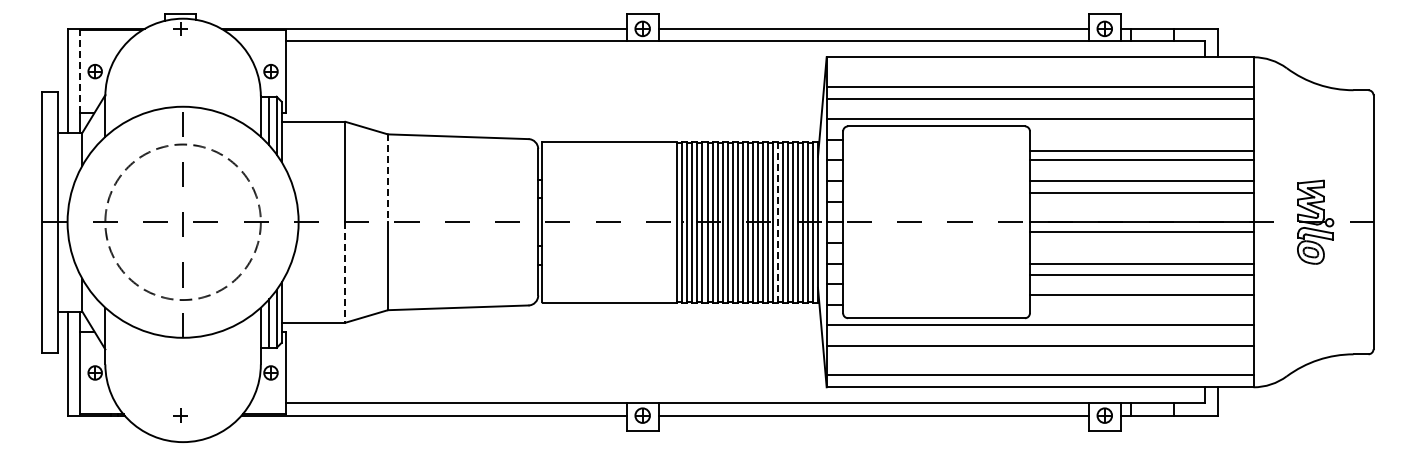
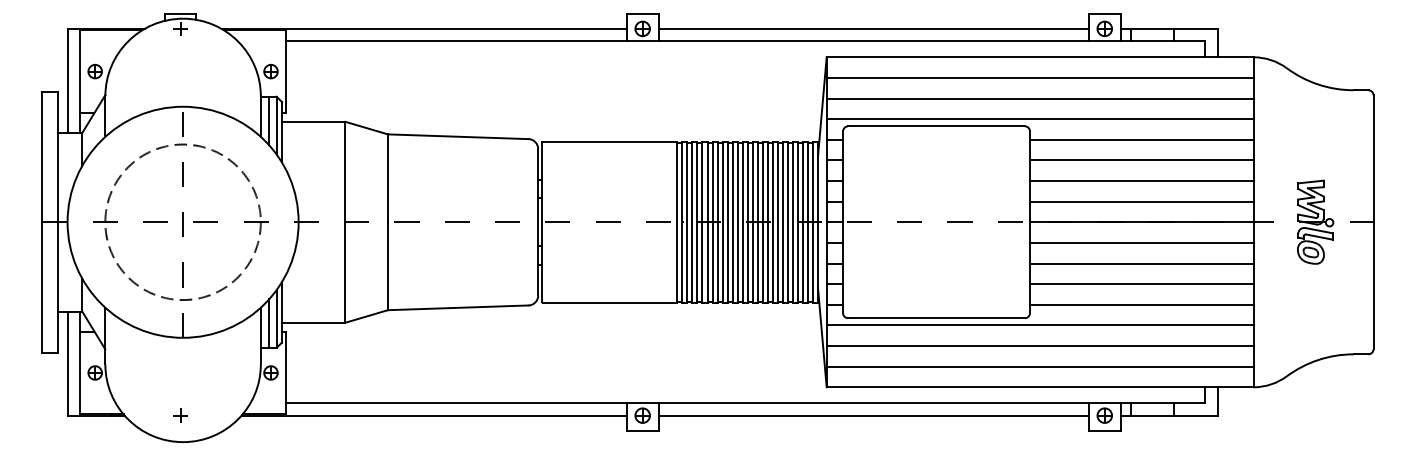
line at (80, 71): dashed -> solid
line at (1039, 86) position: (1039, 86) -> (1039, 77)
line at (1141, 150) position: (1141, 150) -> (1141, 139)
line at (387, 178): dashed -> solid
line at (1141, 192) position: (1141, 192) -> (1141, 201)
line at (777, 221): dashed -> solid
line at (1141, 231) position: (1141, 231) -> (1141, 242)
line at (345, 273): dashed -> solid
line at (1141, 275) position: (1141, 275) -> (1141, 284)
line at (1141, 294) position: (1141, 294) -> (1141, 304)
line at (1039, 374) position: (1039, 374) -> (1039, 366)
